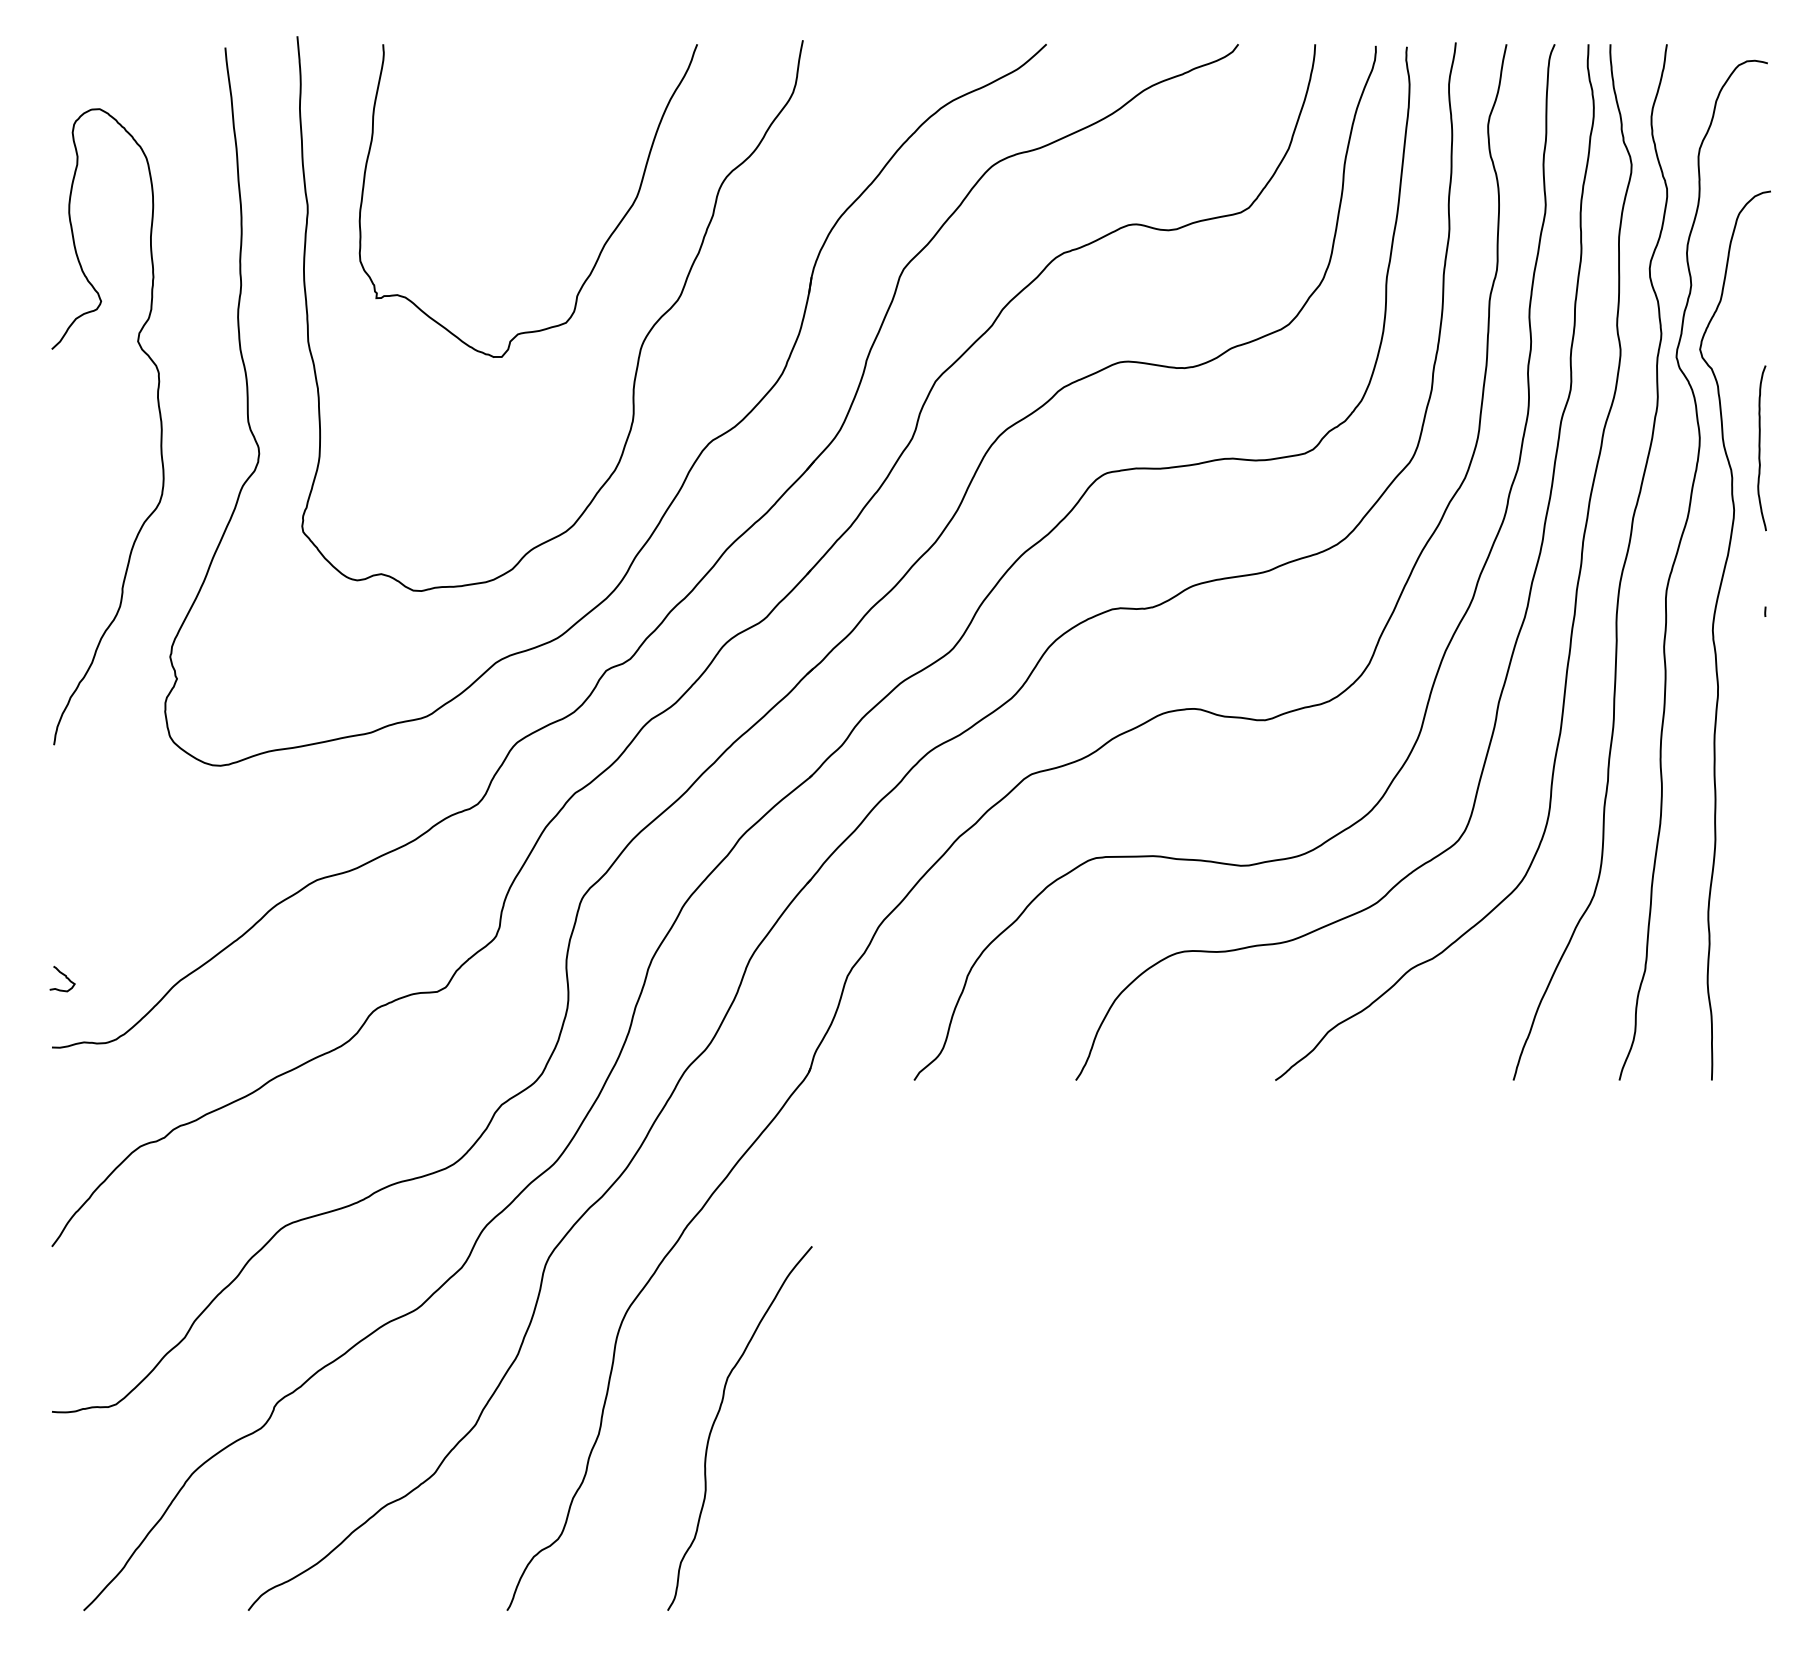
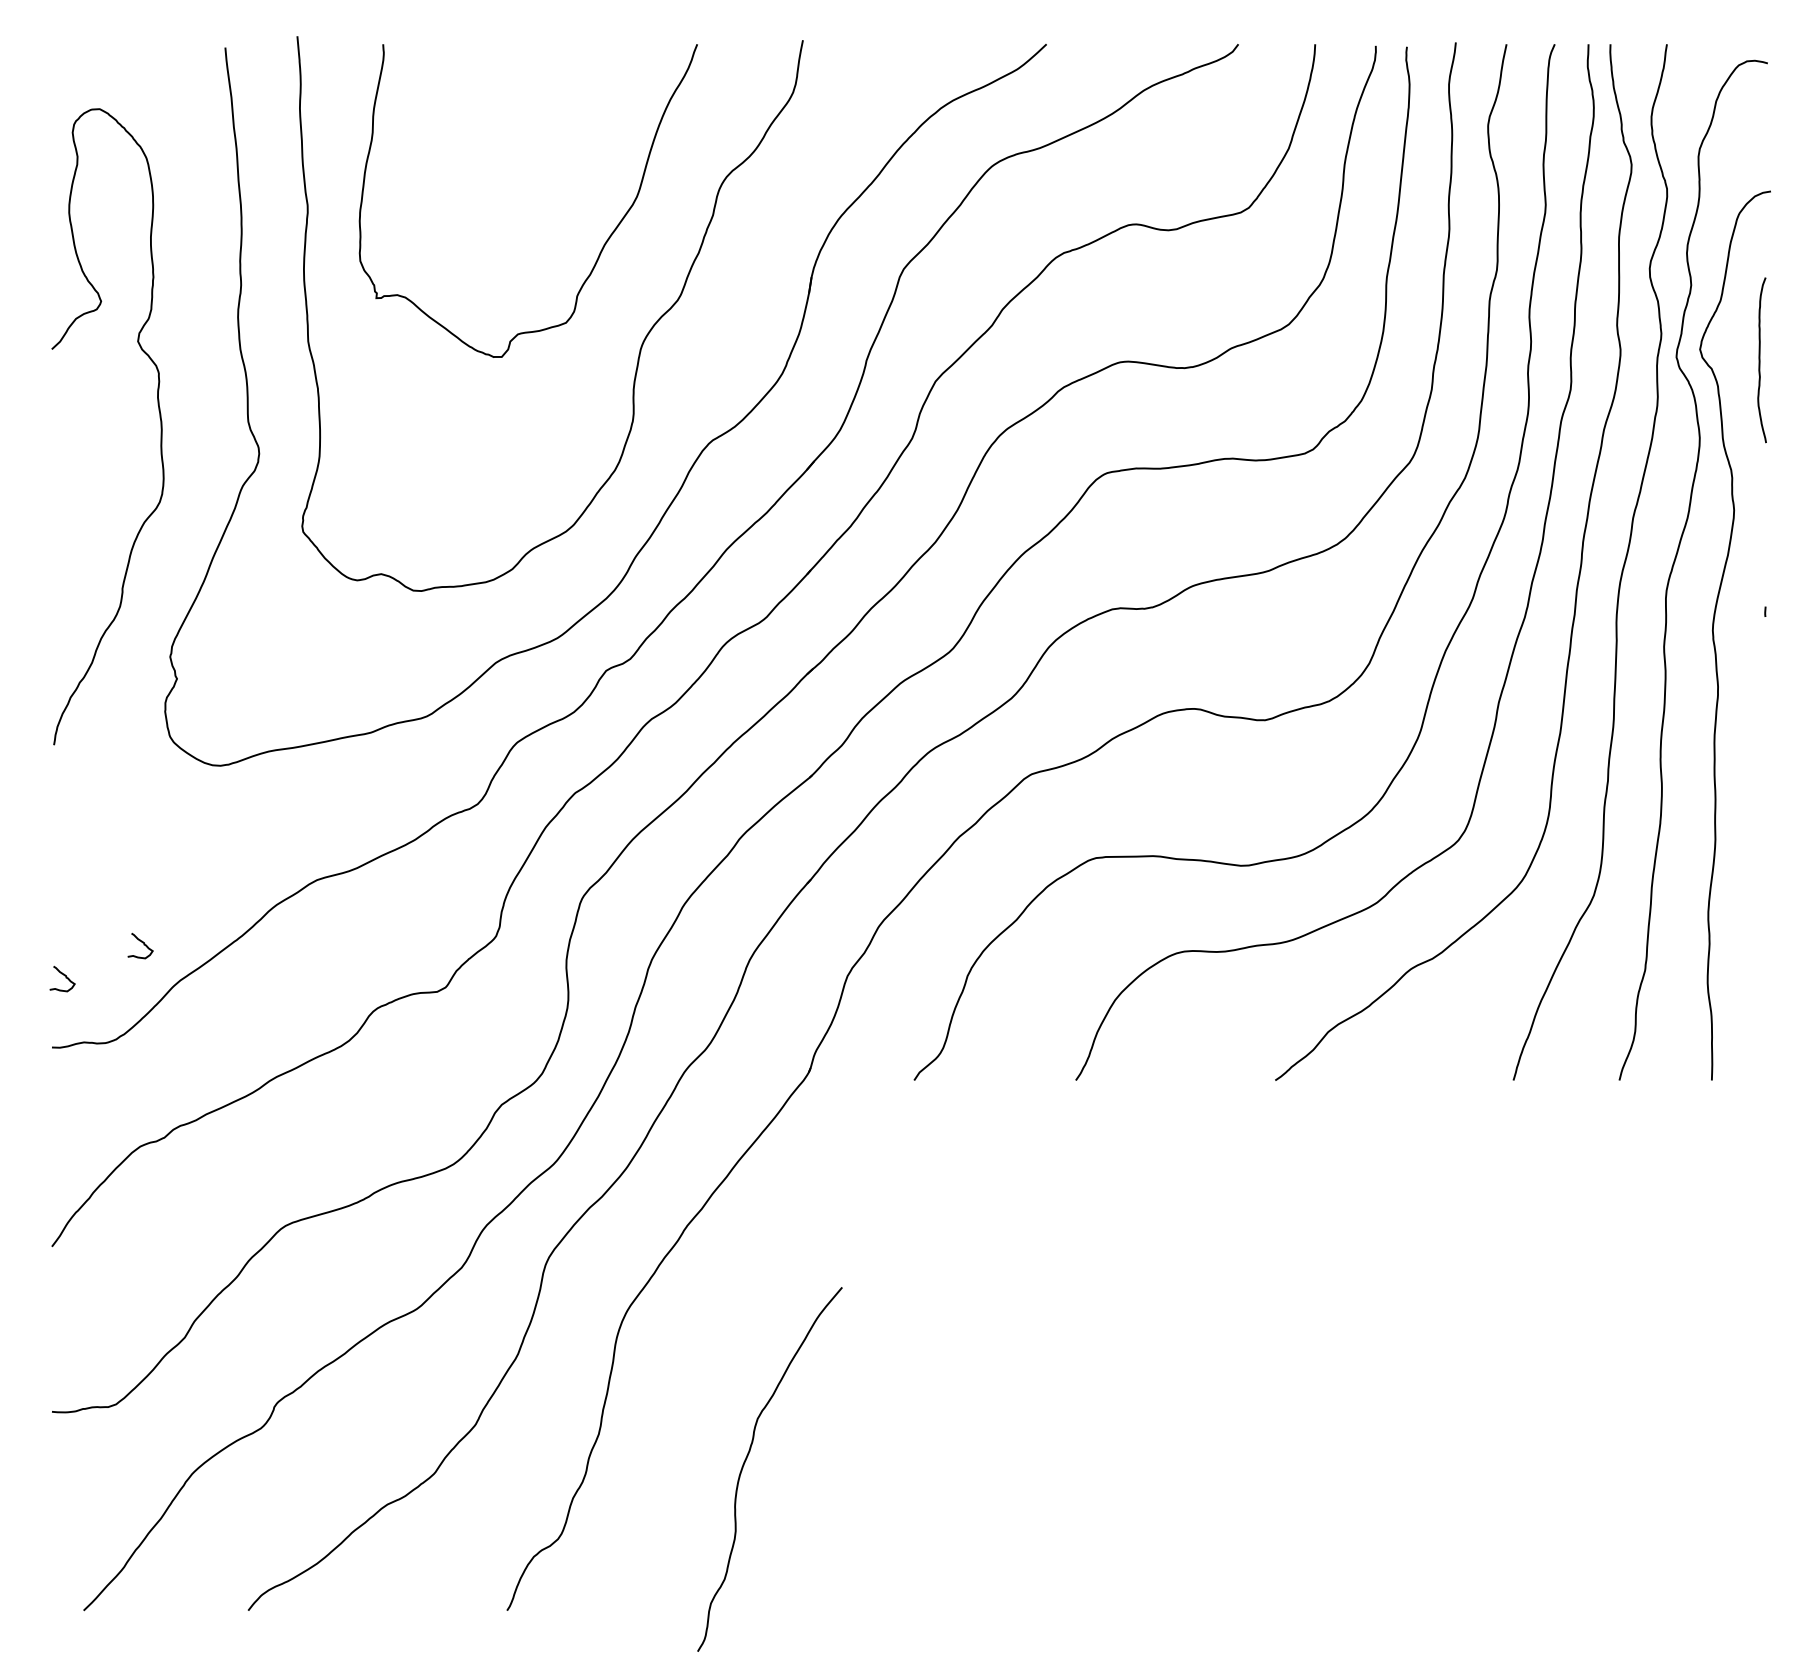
curve at (1760, 448) position: (1760, 448) -> (1760, 360)
curve at (142, 943): none -> present
curve at (717, 1417) position: (717, 1417) -> (747, 1458)
